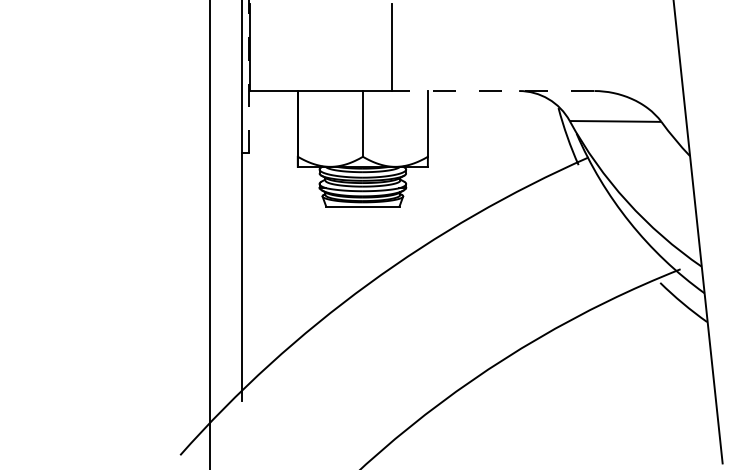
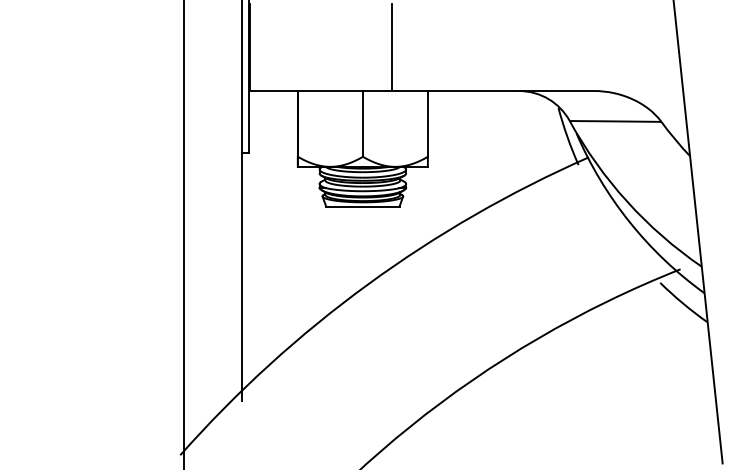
line at (248, 76): dashed -> solid
line at (492, 91): dashed -> solid
line at (210, 234) position: (210, 234) -> (184, 234)
